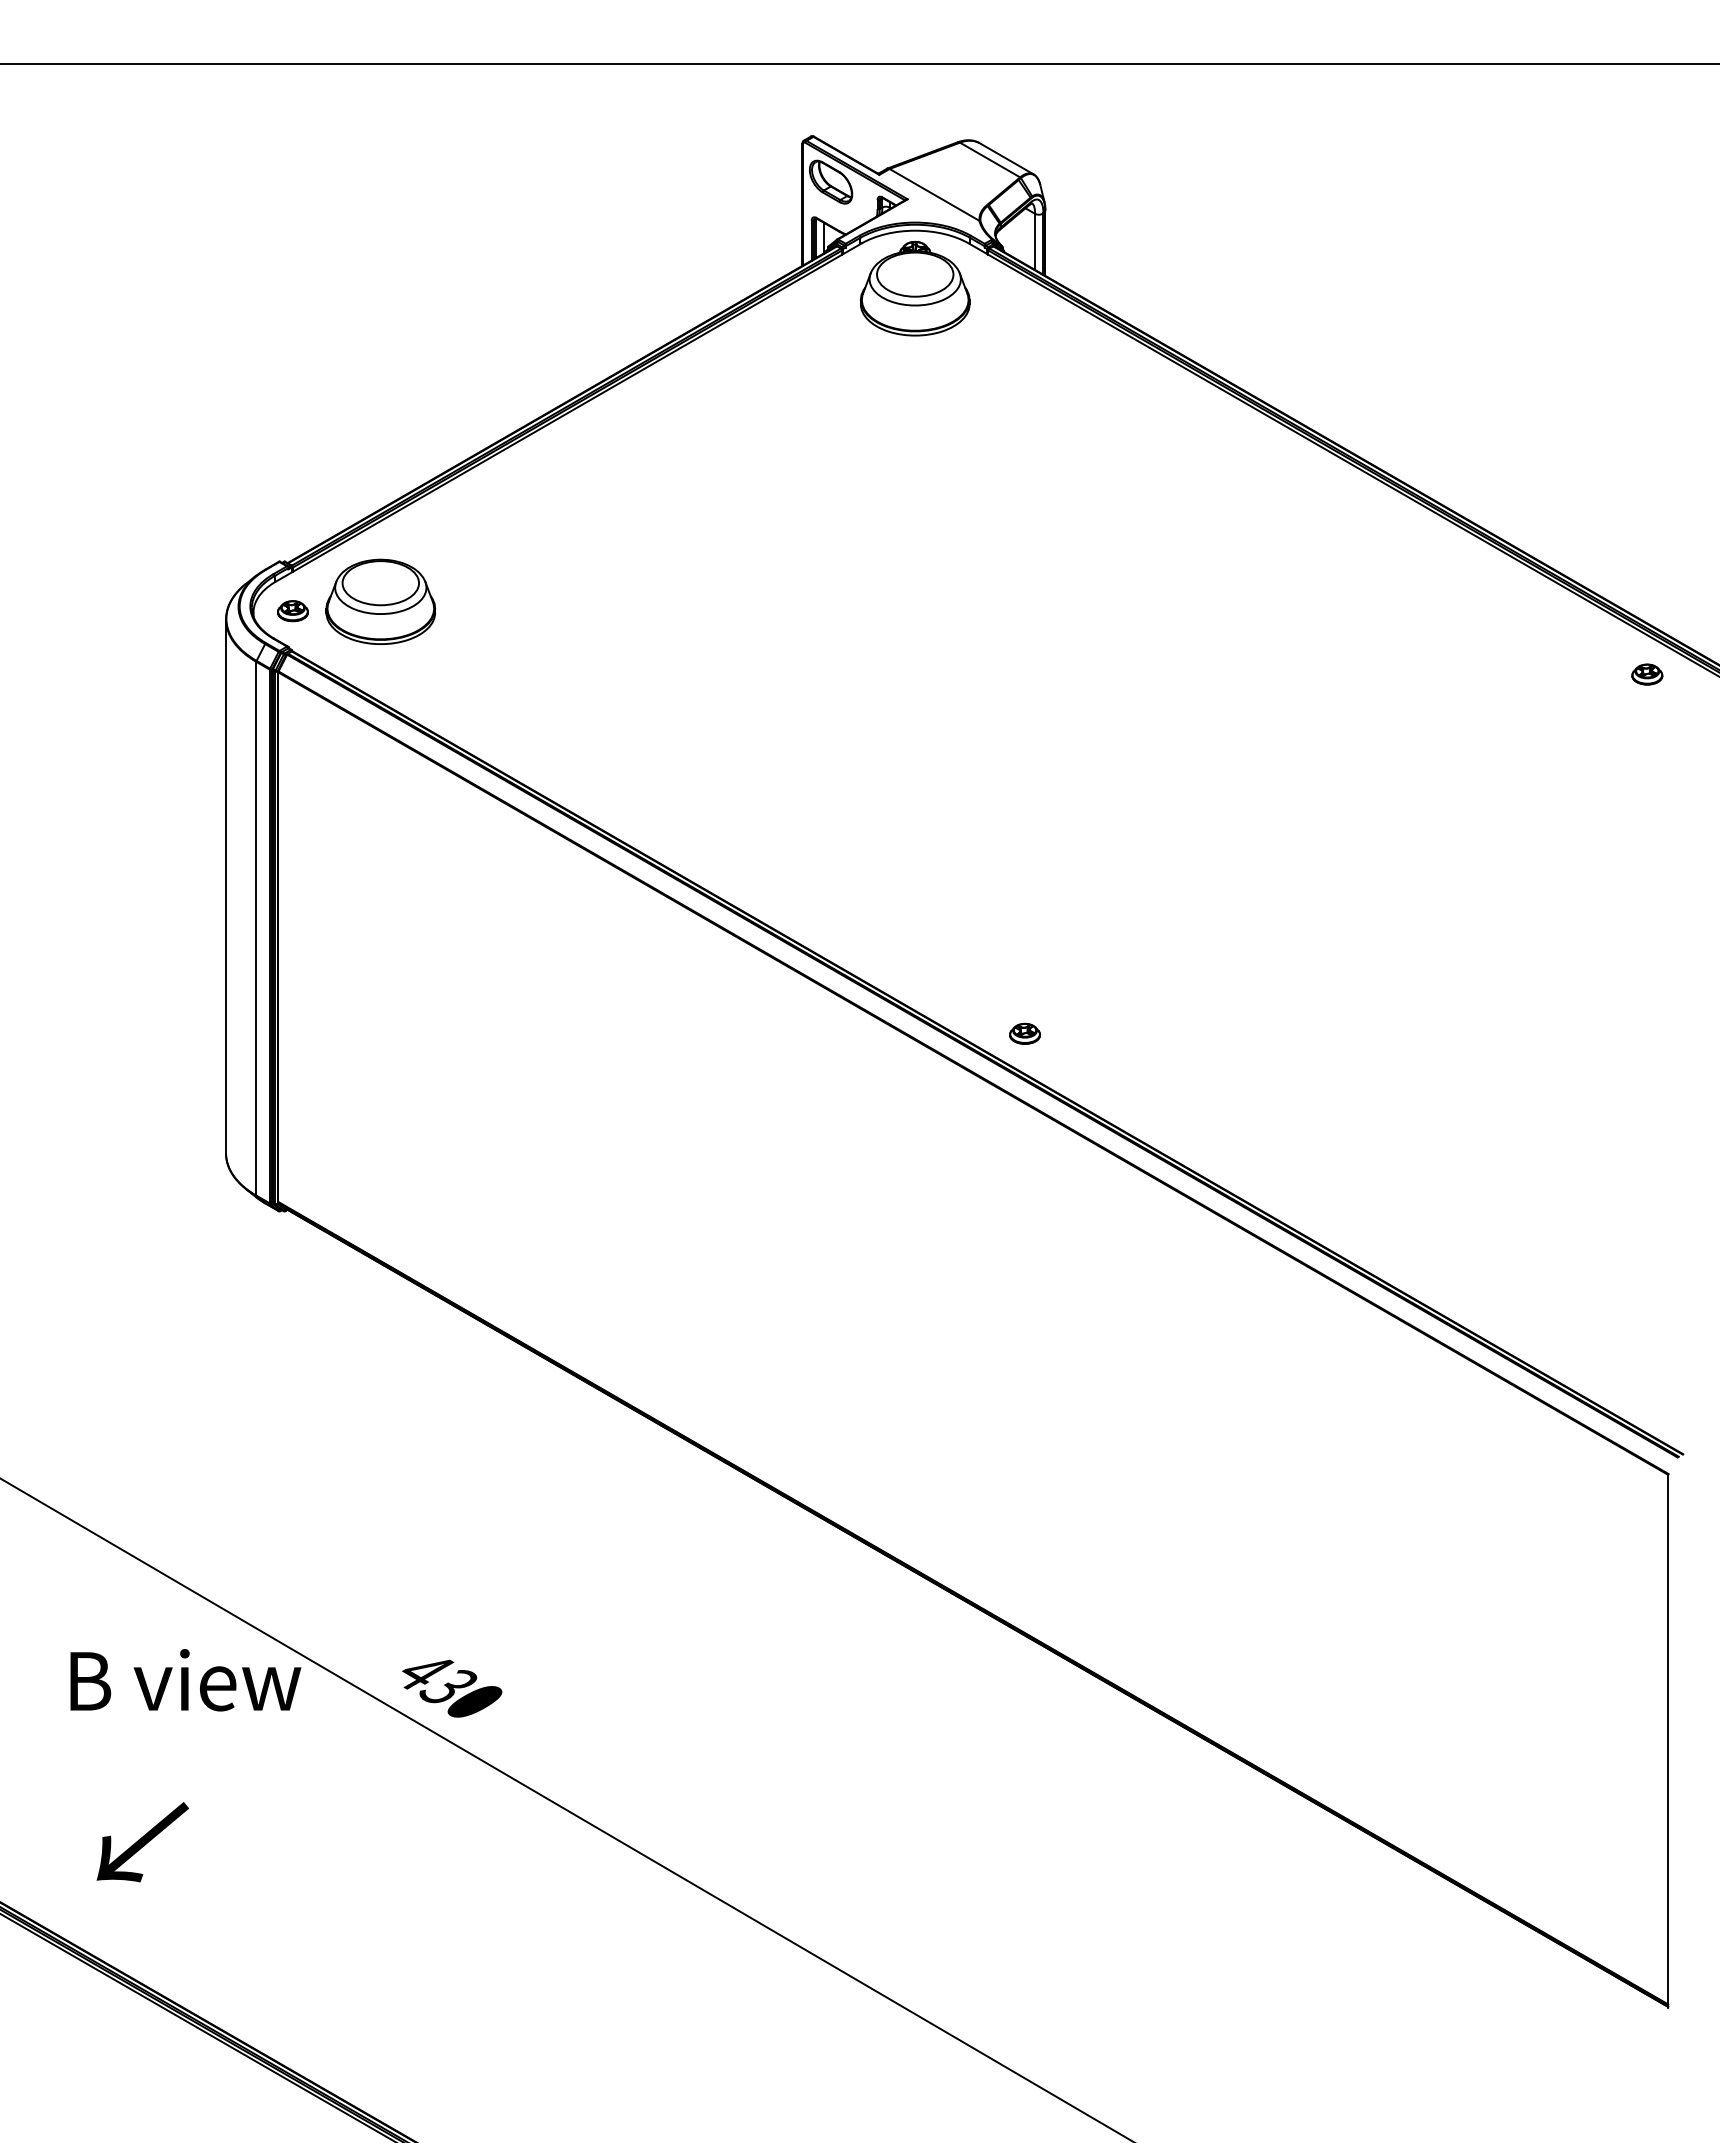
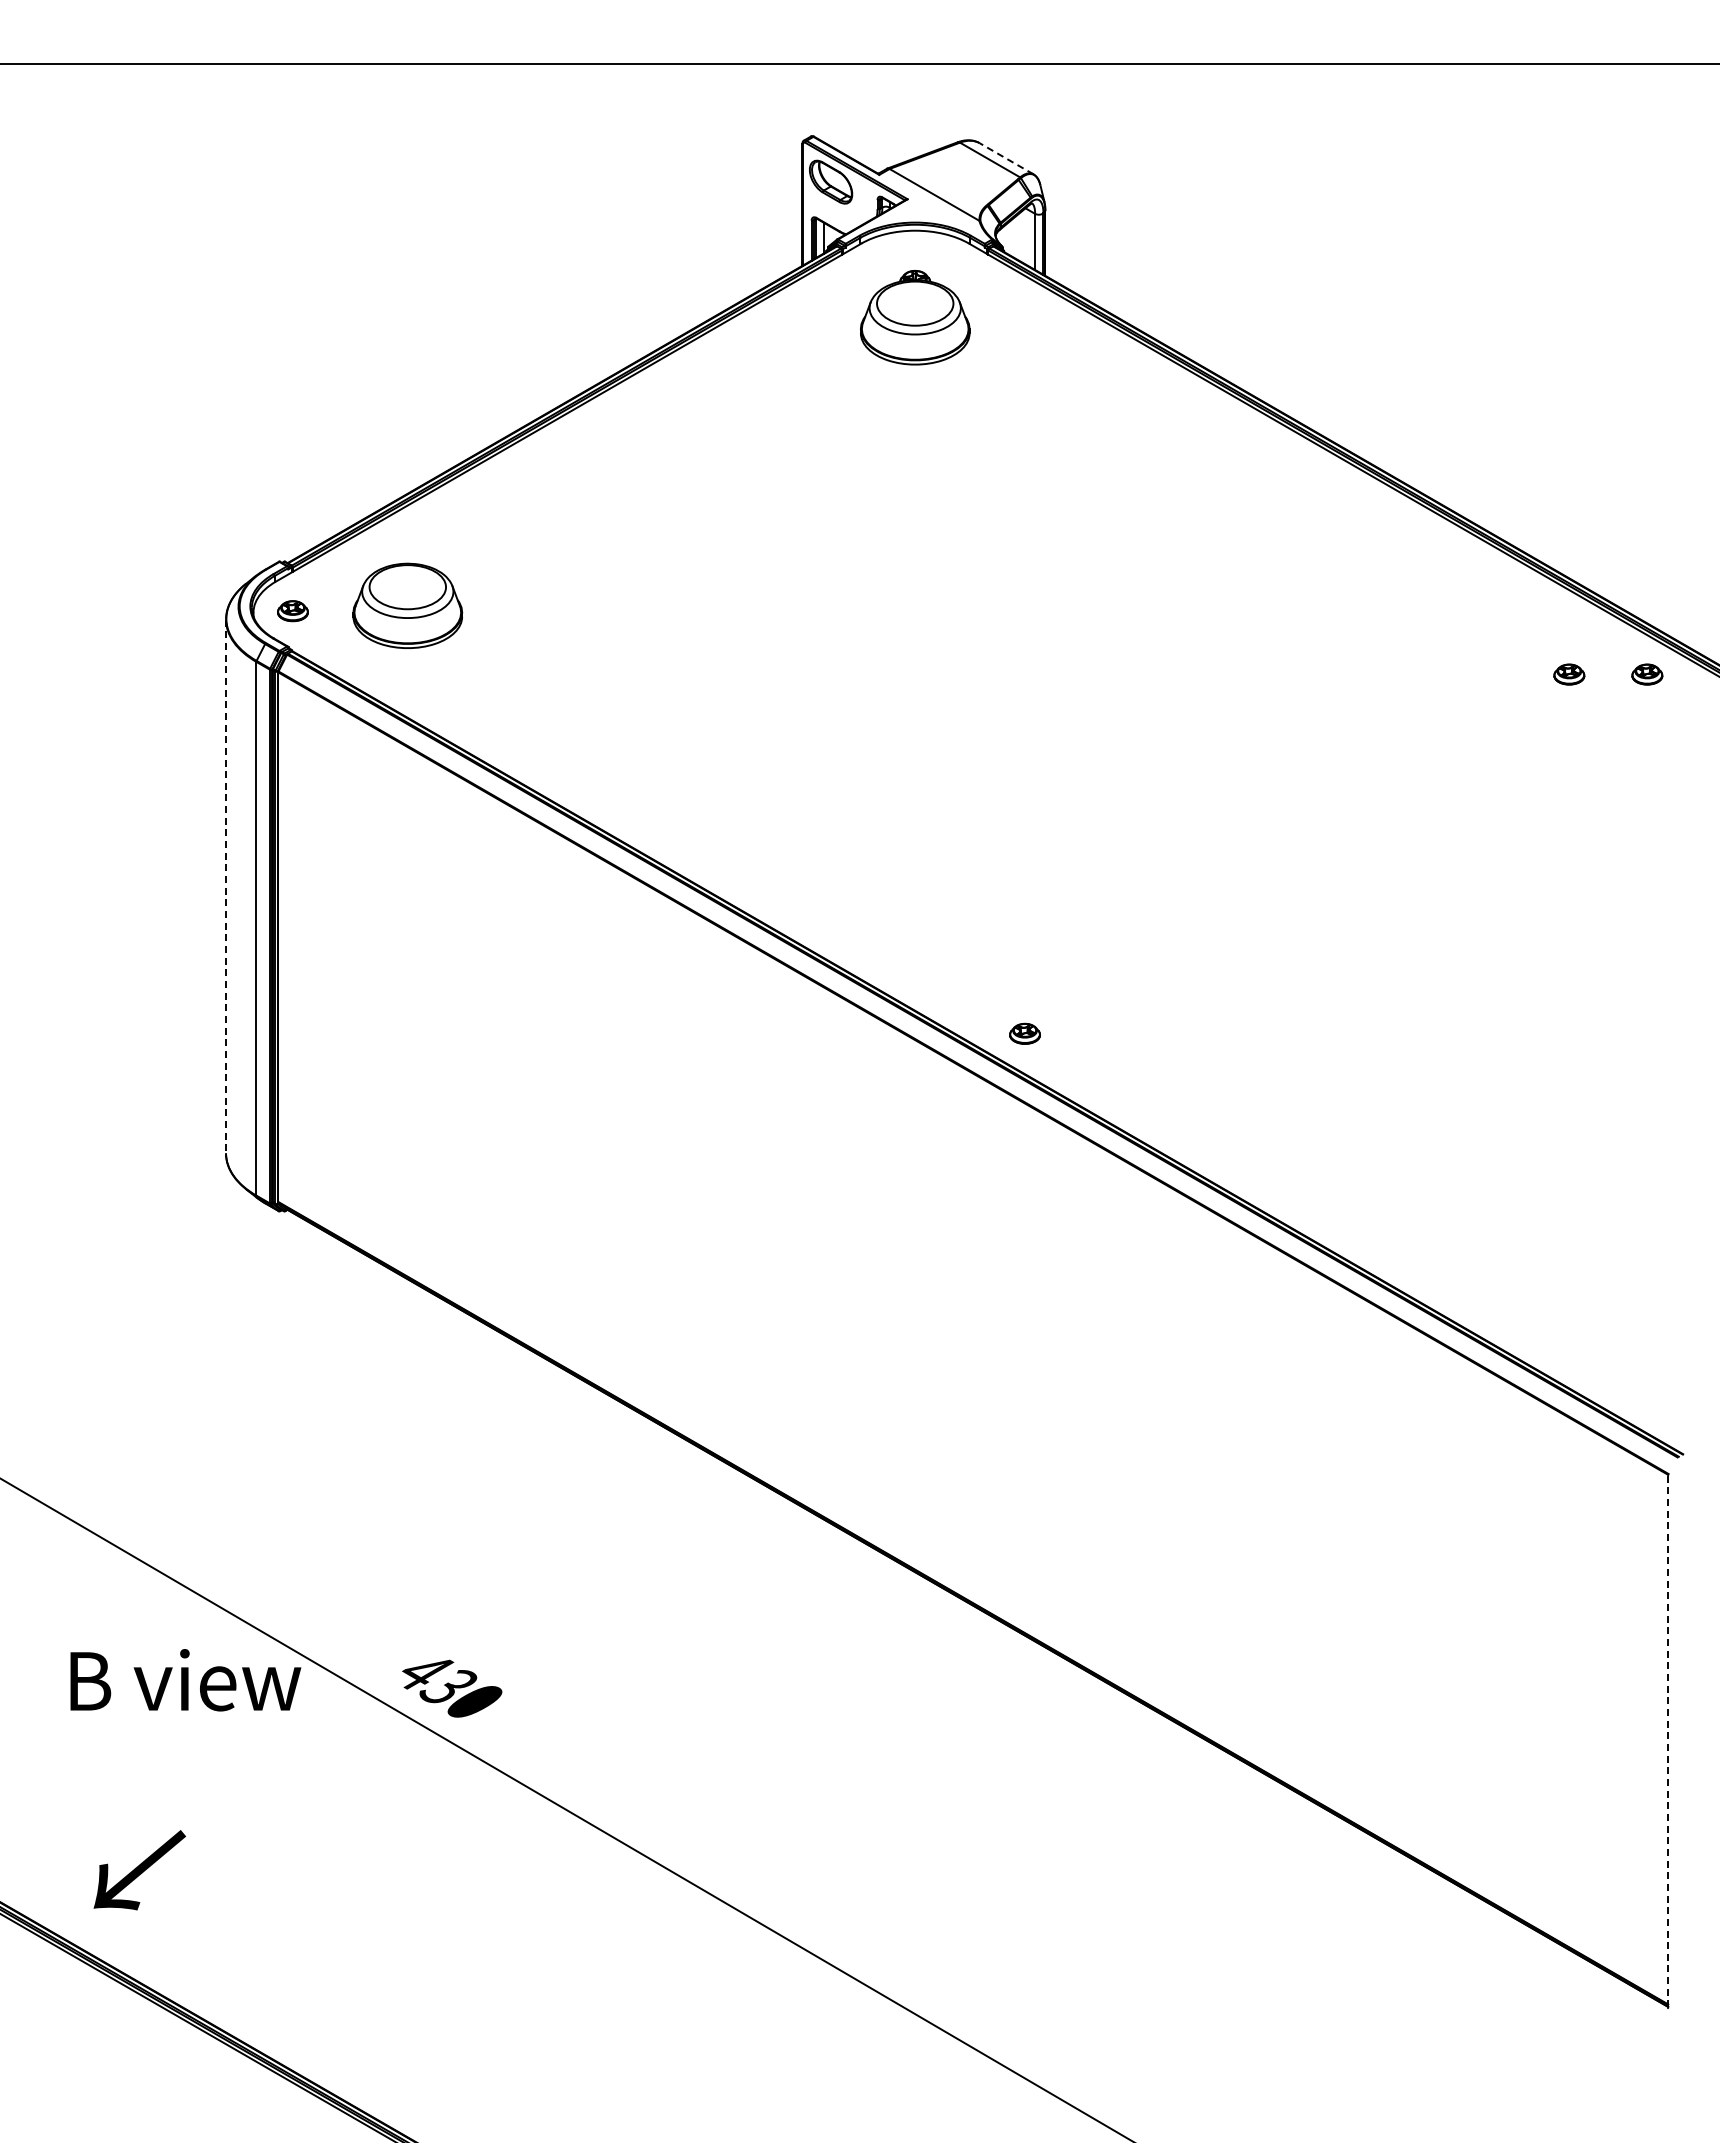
line at (1006, 158): solid -> dashed
part at (915, 288) position: (915, 288) -> (915, 317)
part at (380, 601) position: (380, 601) -> (407, 605)
part at (1569, 674): none -> present
line at (226, 886): solid -> dashed
line at (1668, 1740): solid -> dashed
text at (142, 1842) position: (142, 1842) -> (139, 1870)
